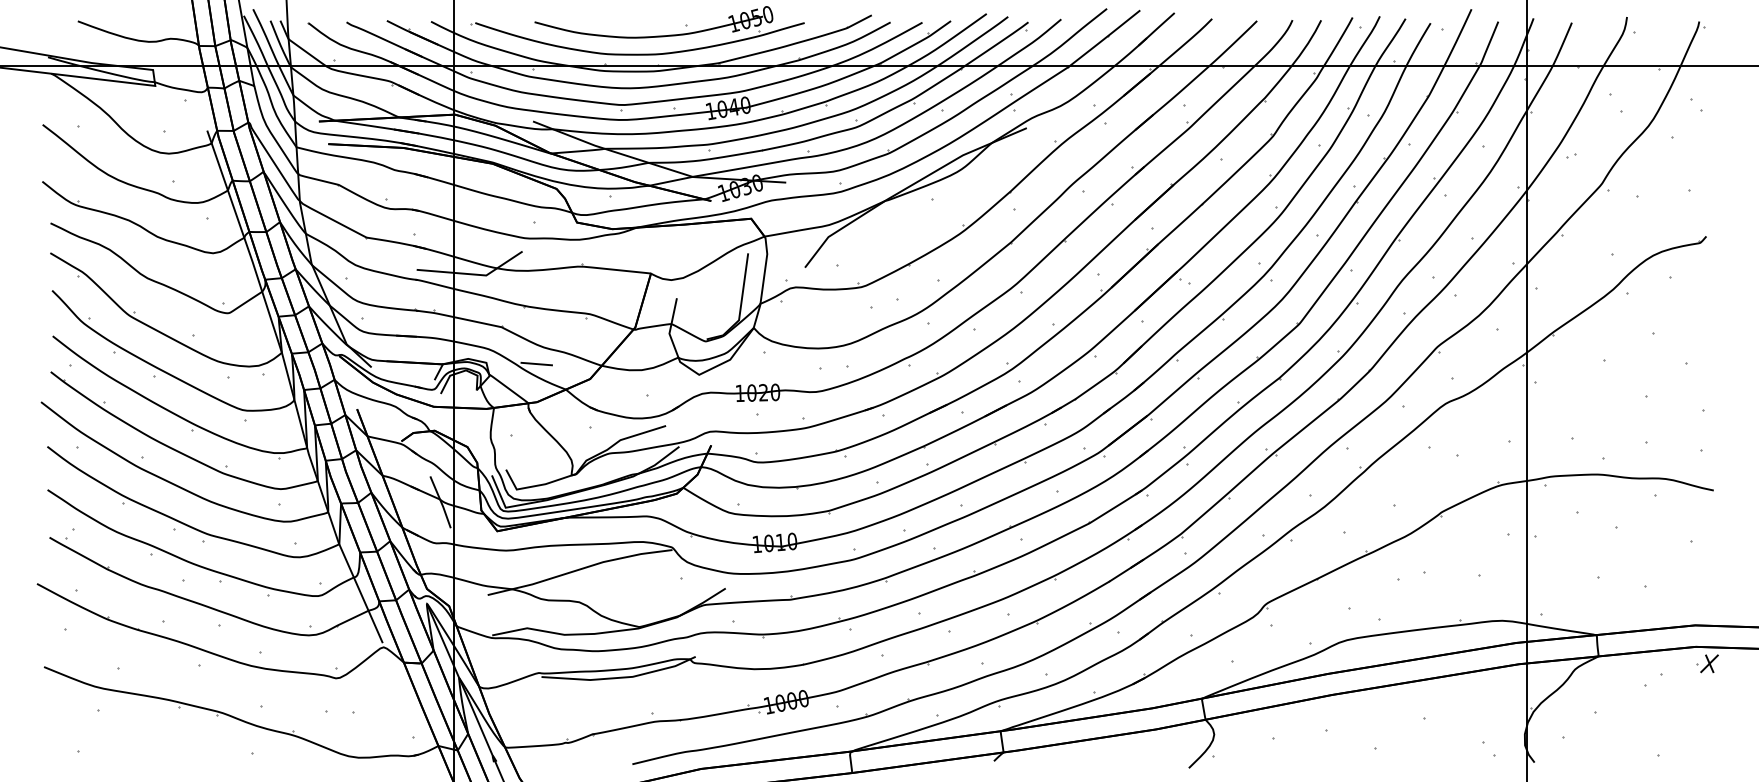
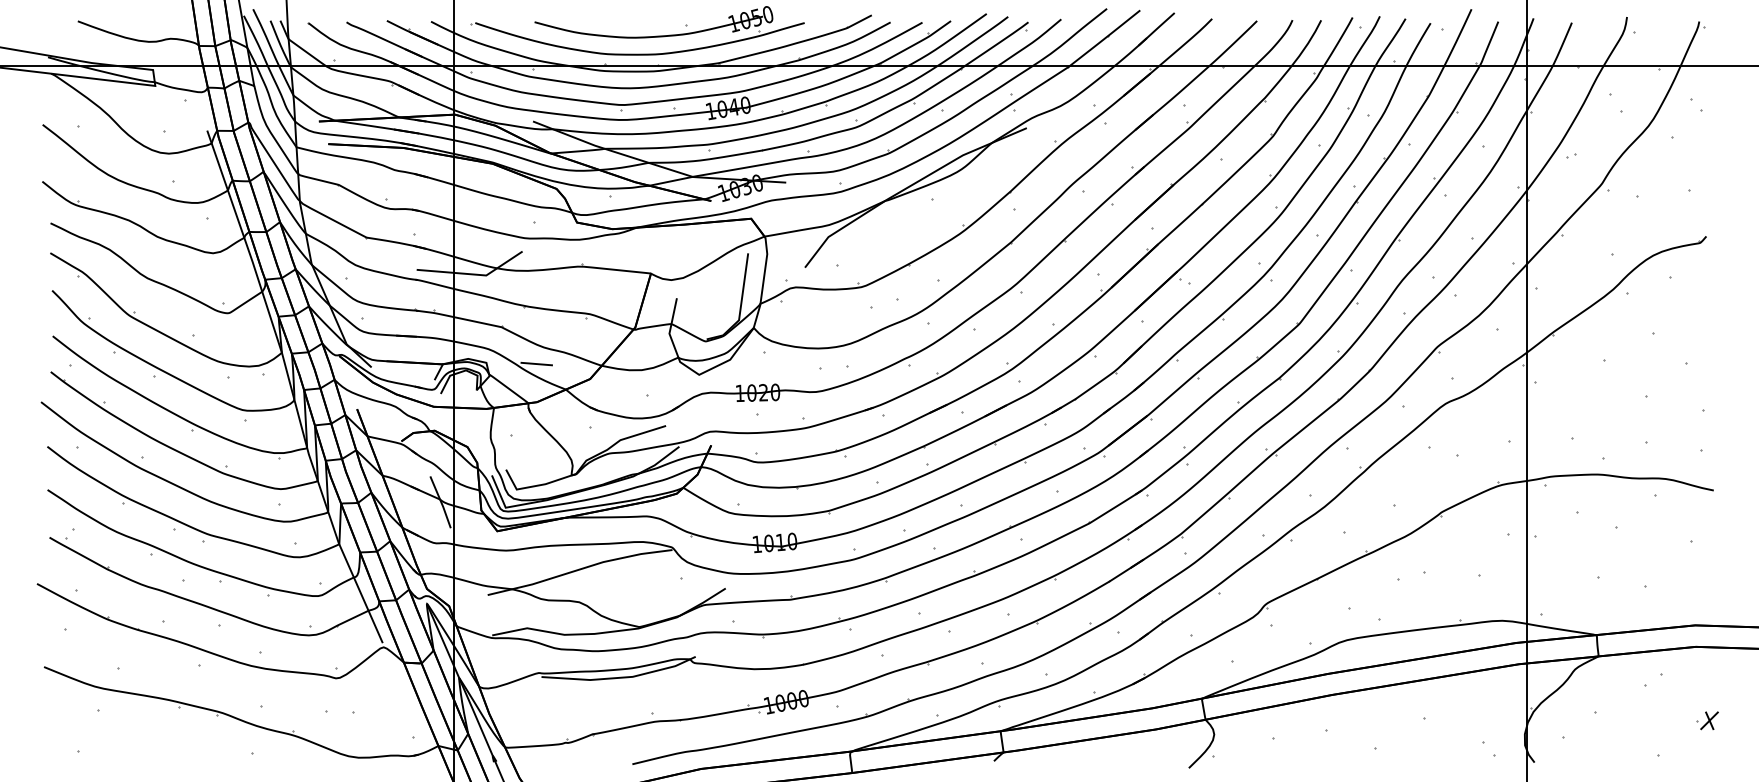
part at (1707, 663) position: (1707, 663) -> (1707, 720)
